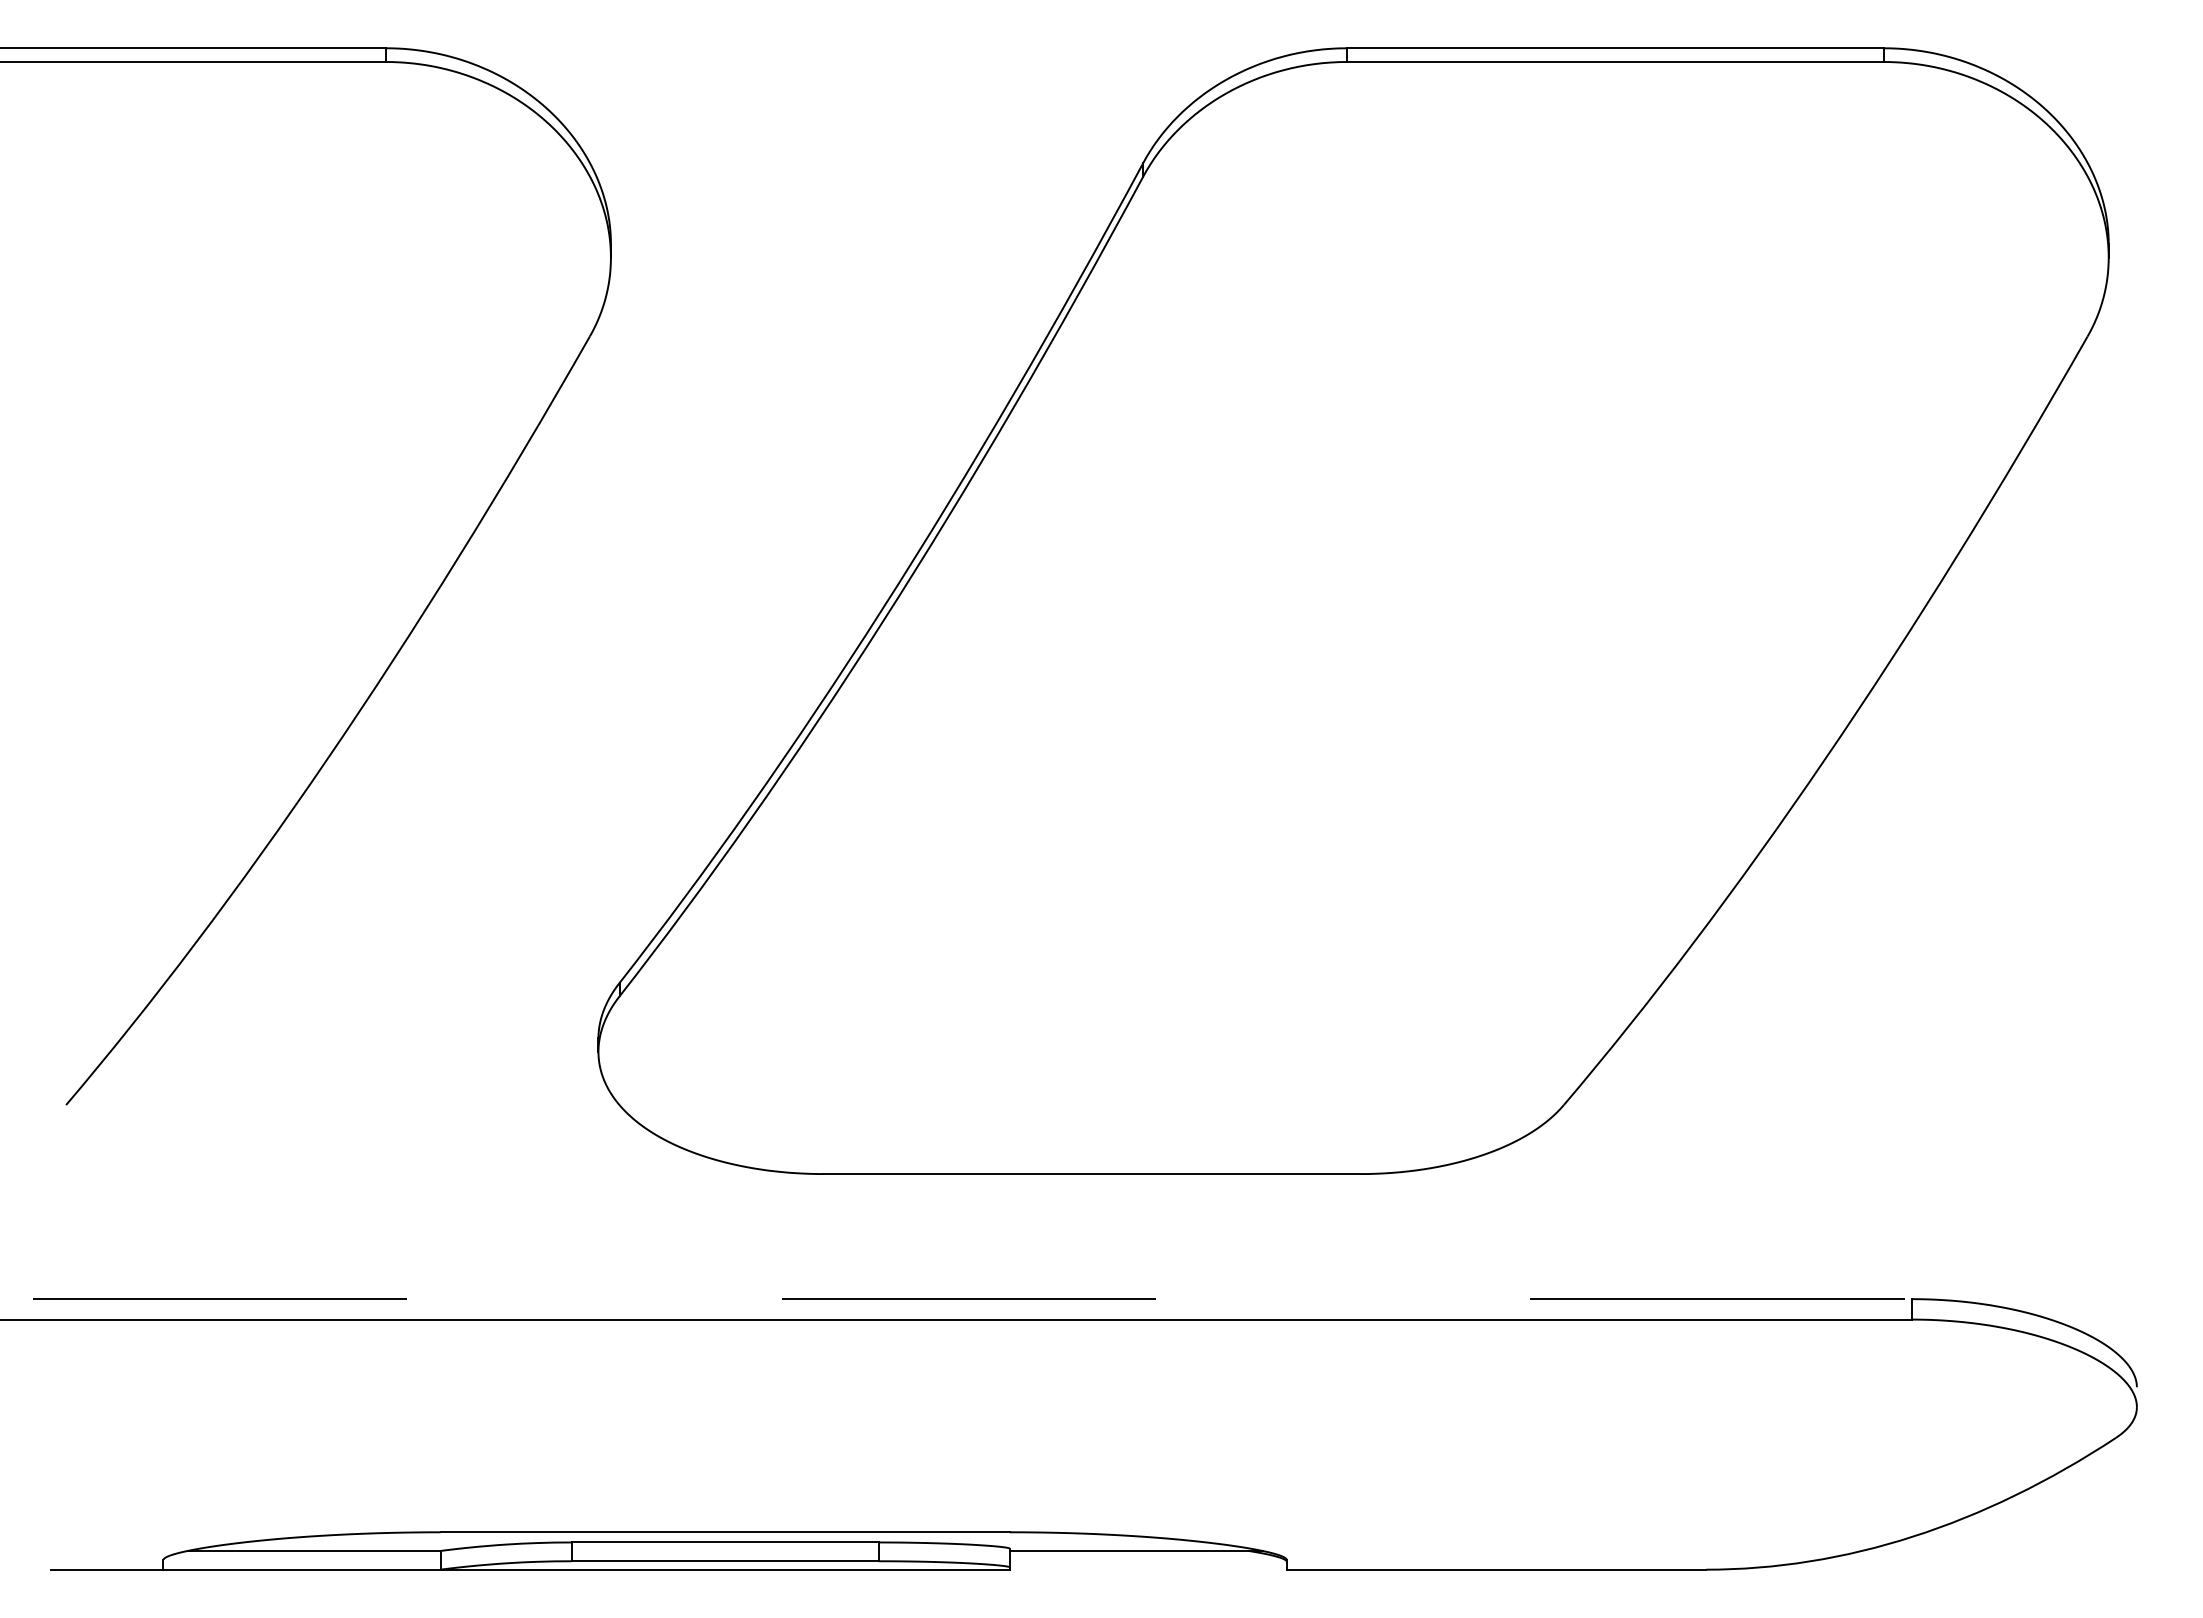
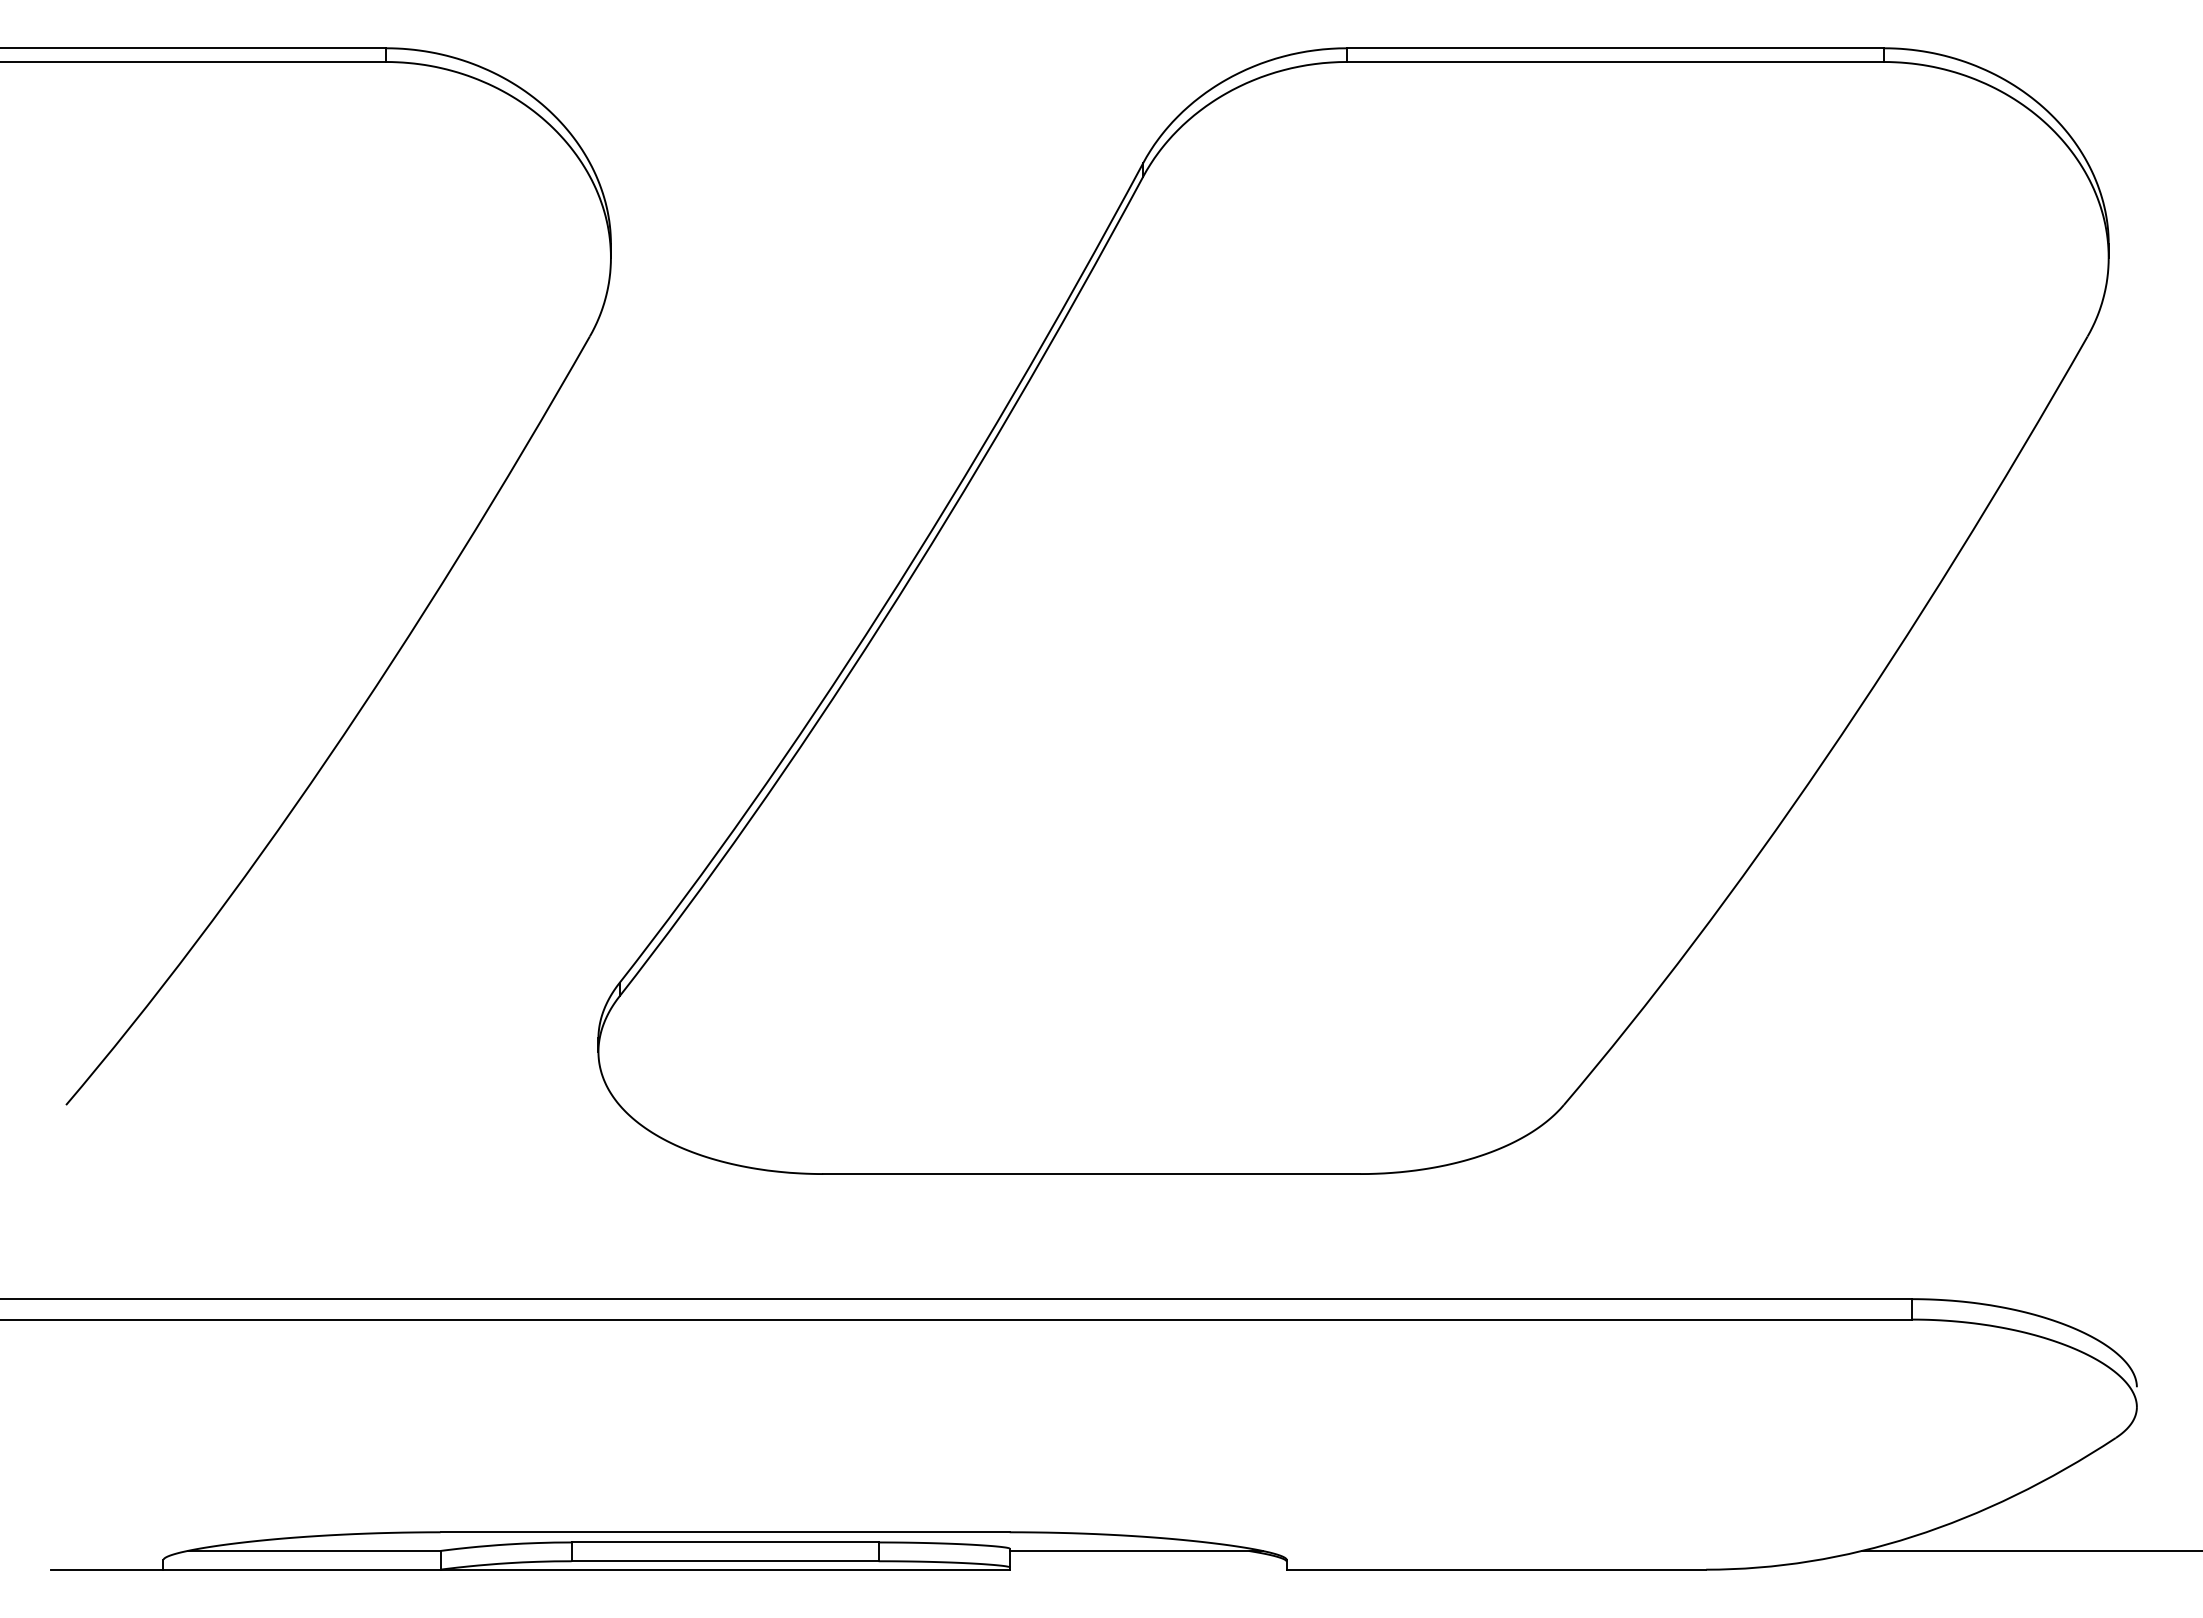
line at (956, 1299): dashed -> solid
line at (2030, 1550): none -> present
